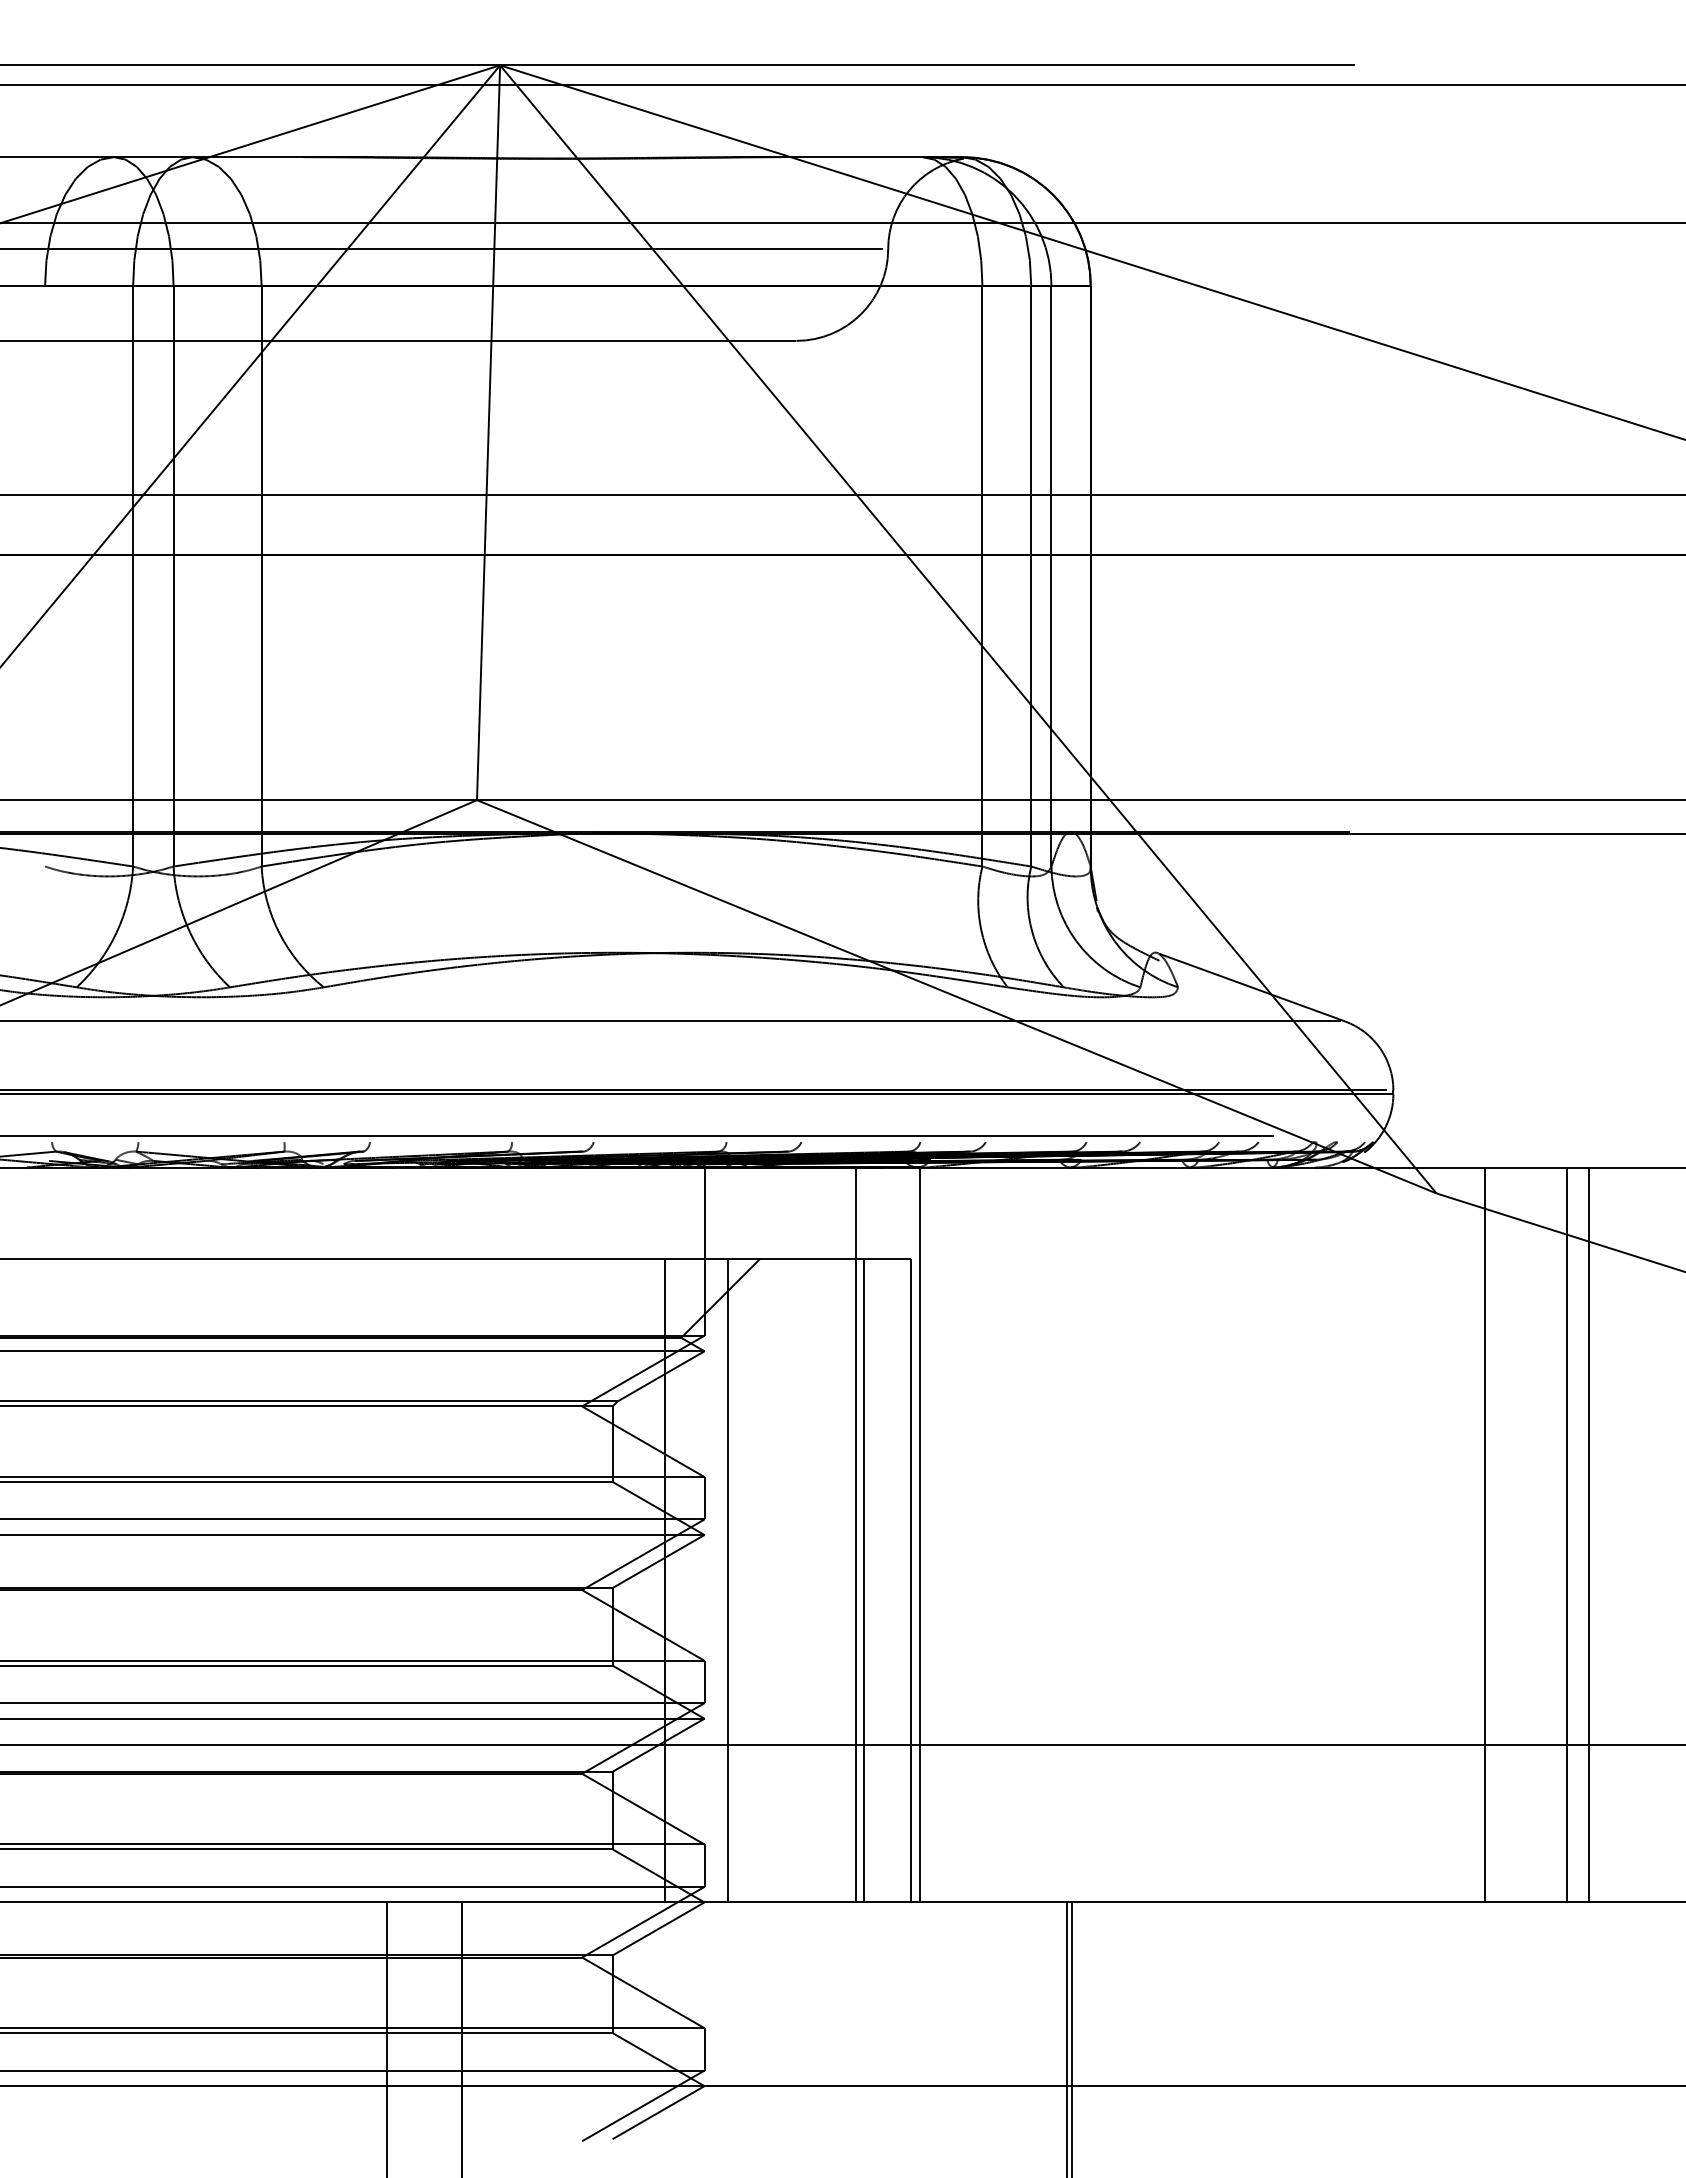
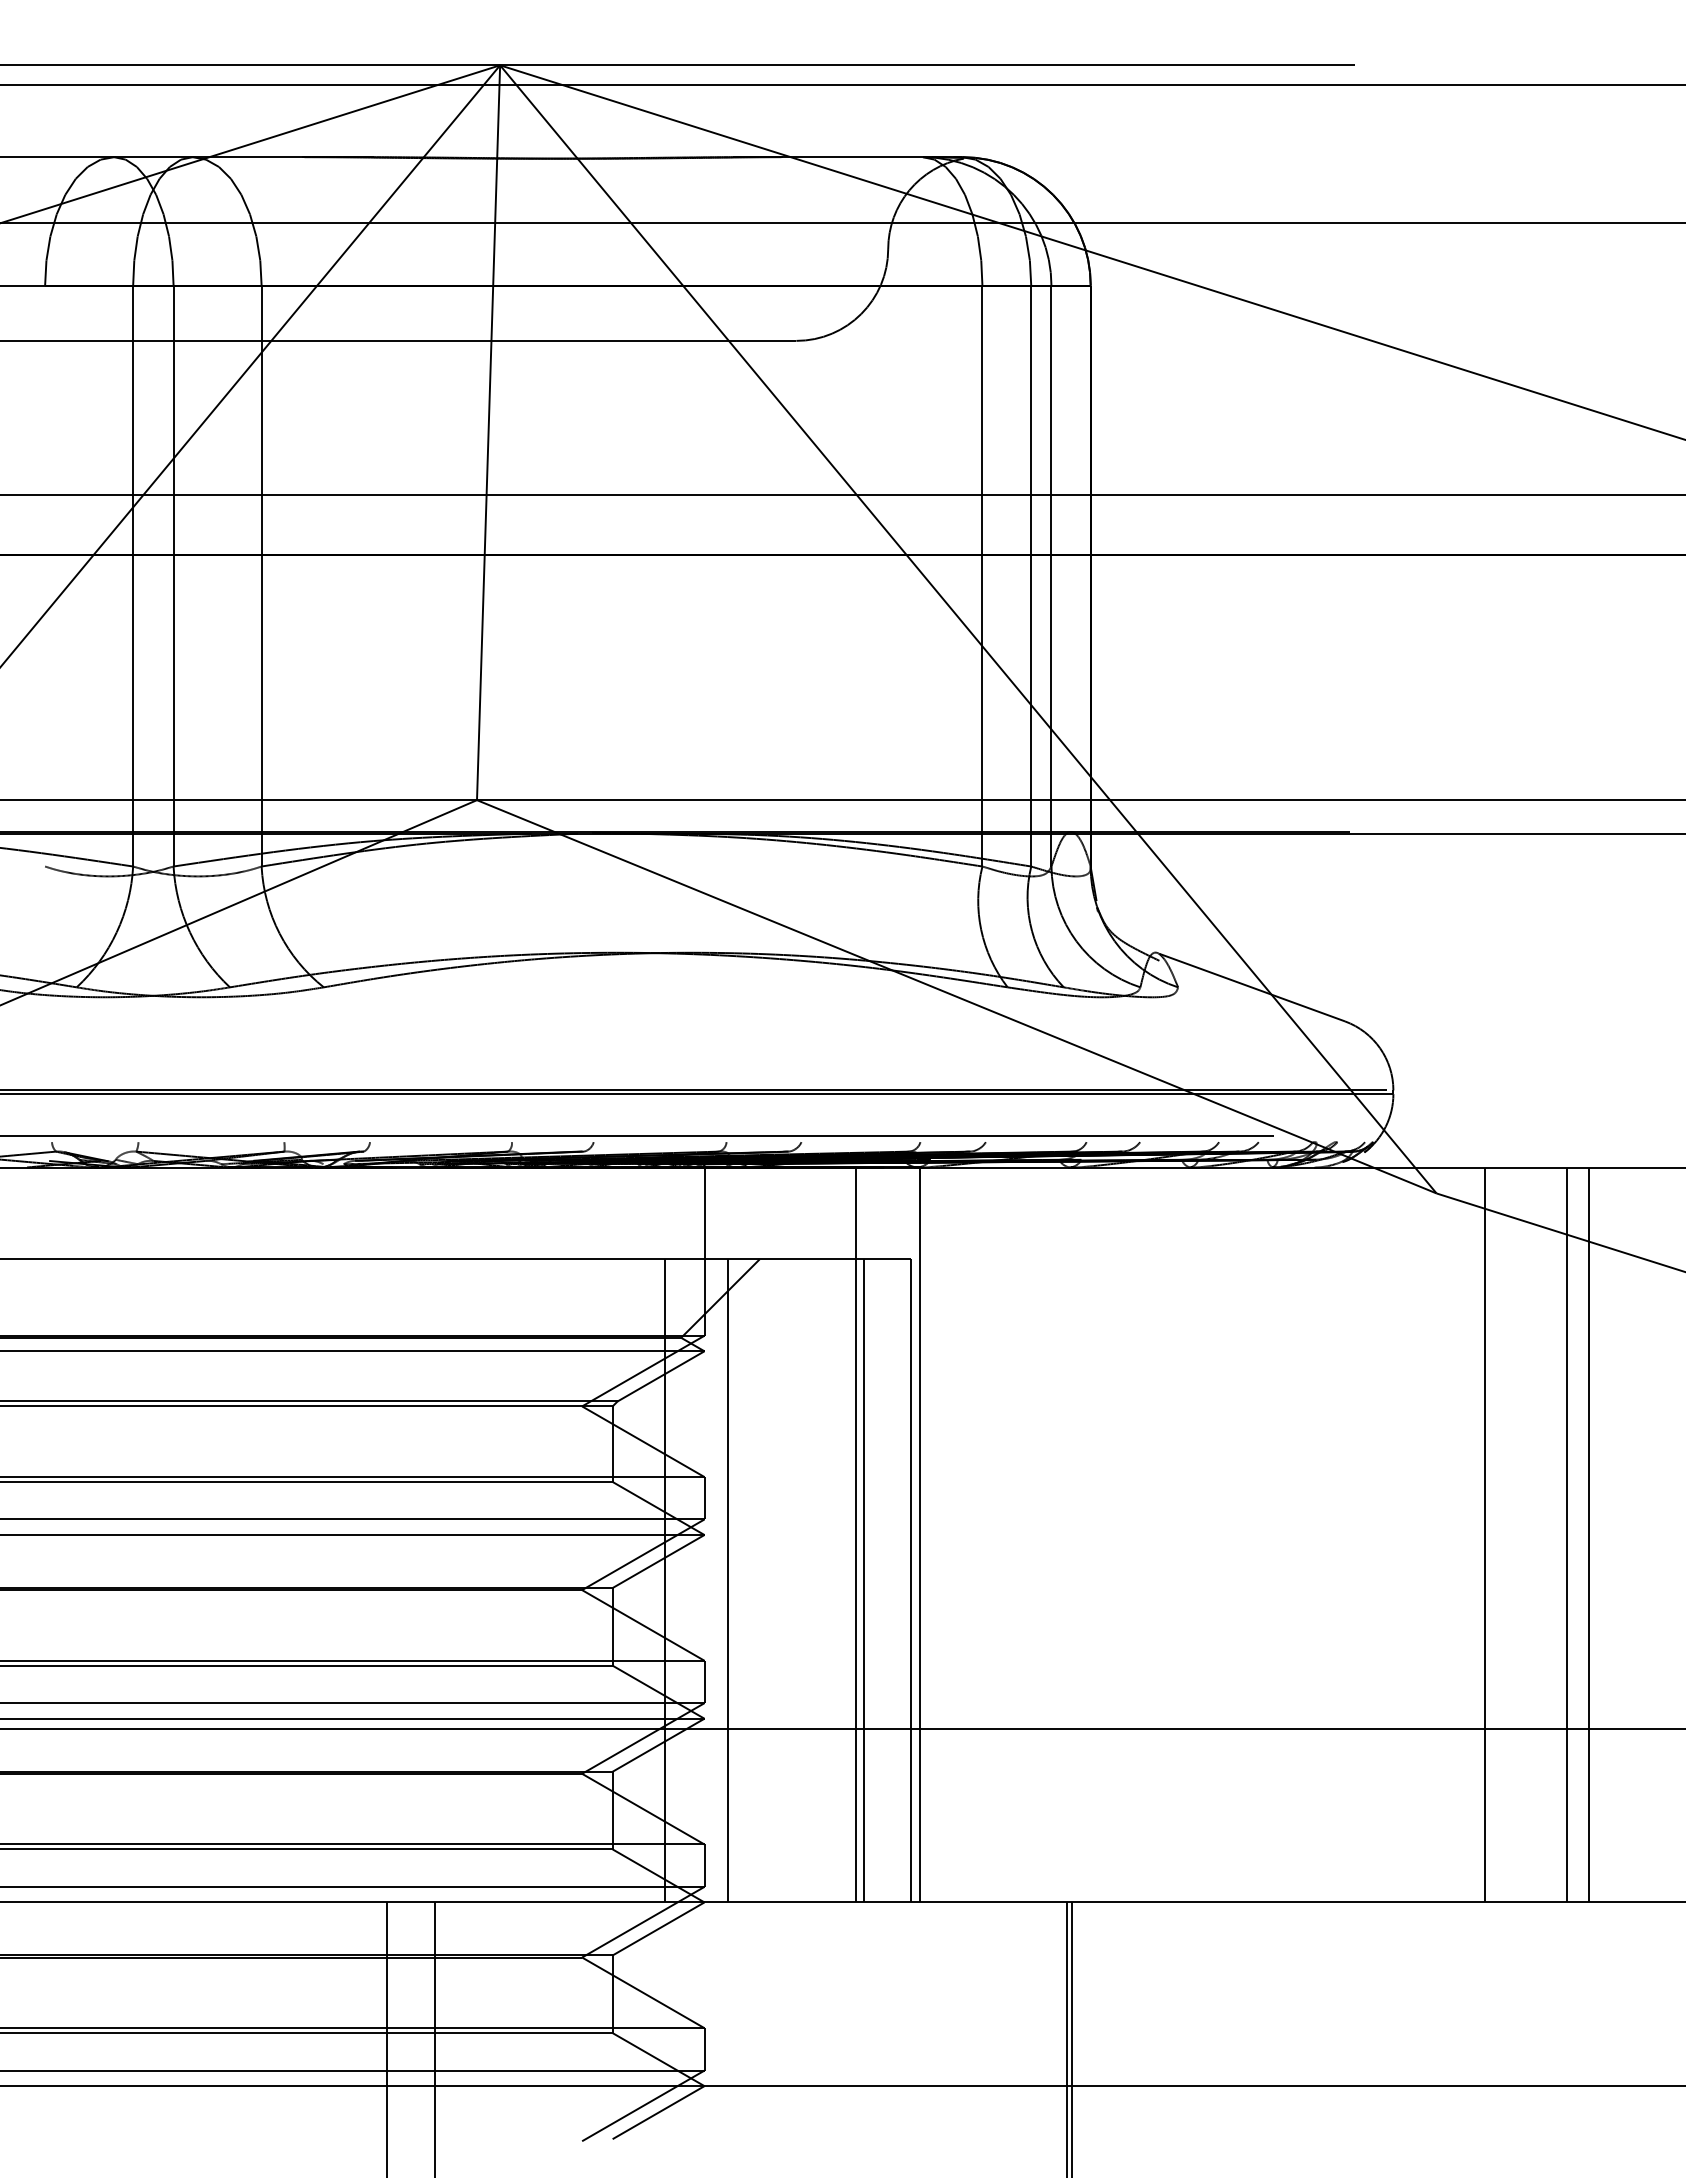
line at (442, 249): present -> none
line at (671, 1021): present -> none
line at (842, 1745) position: (842, 1745) -> (842, 1729)
line at (462, 2038) position: (462, 2038) -> (435, 2038)
